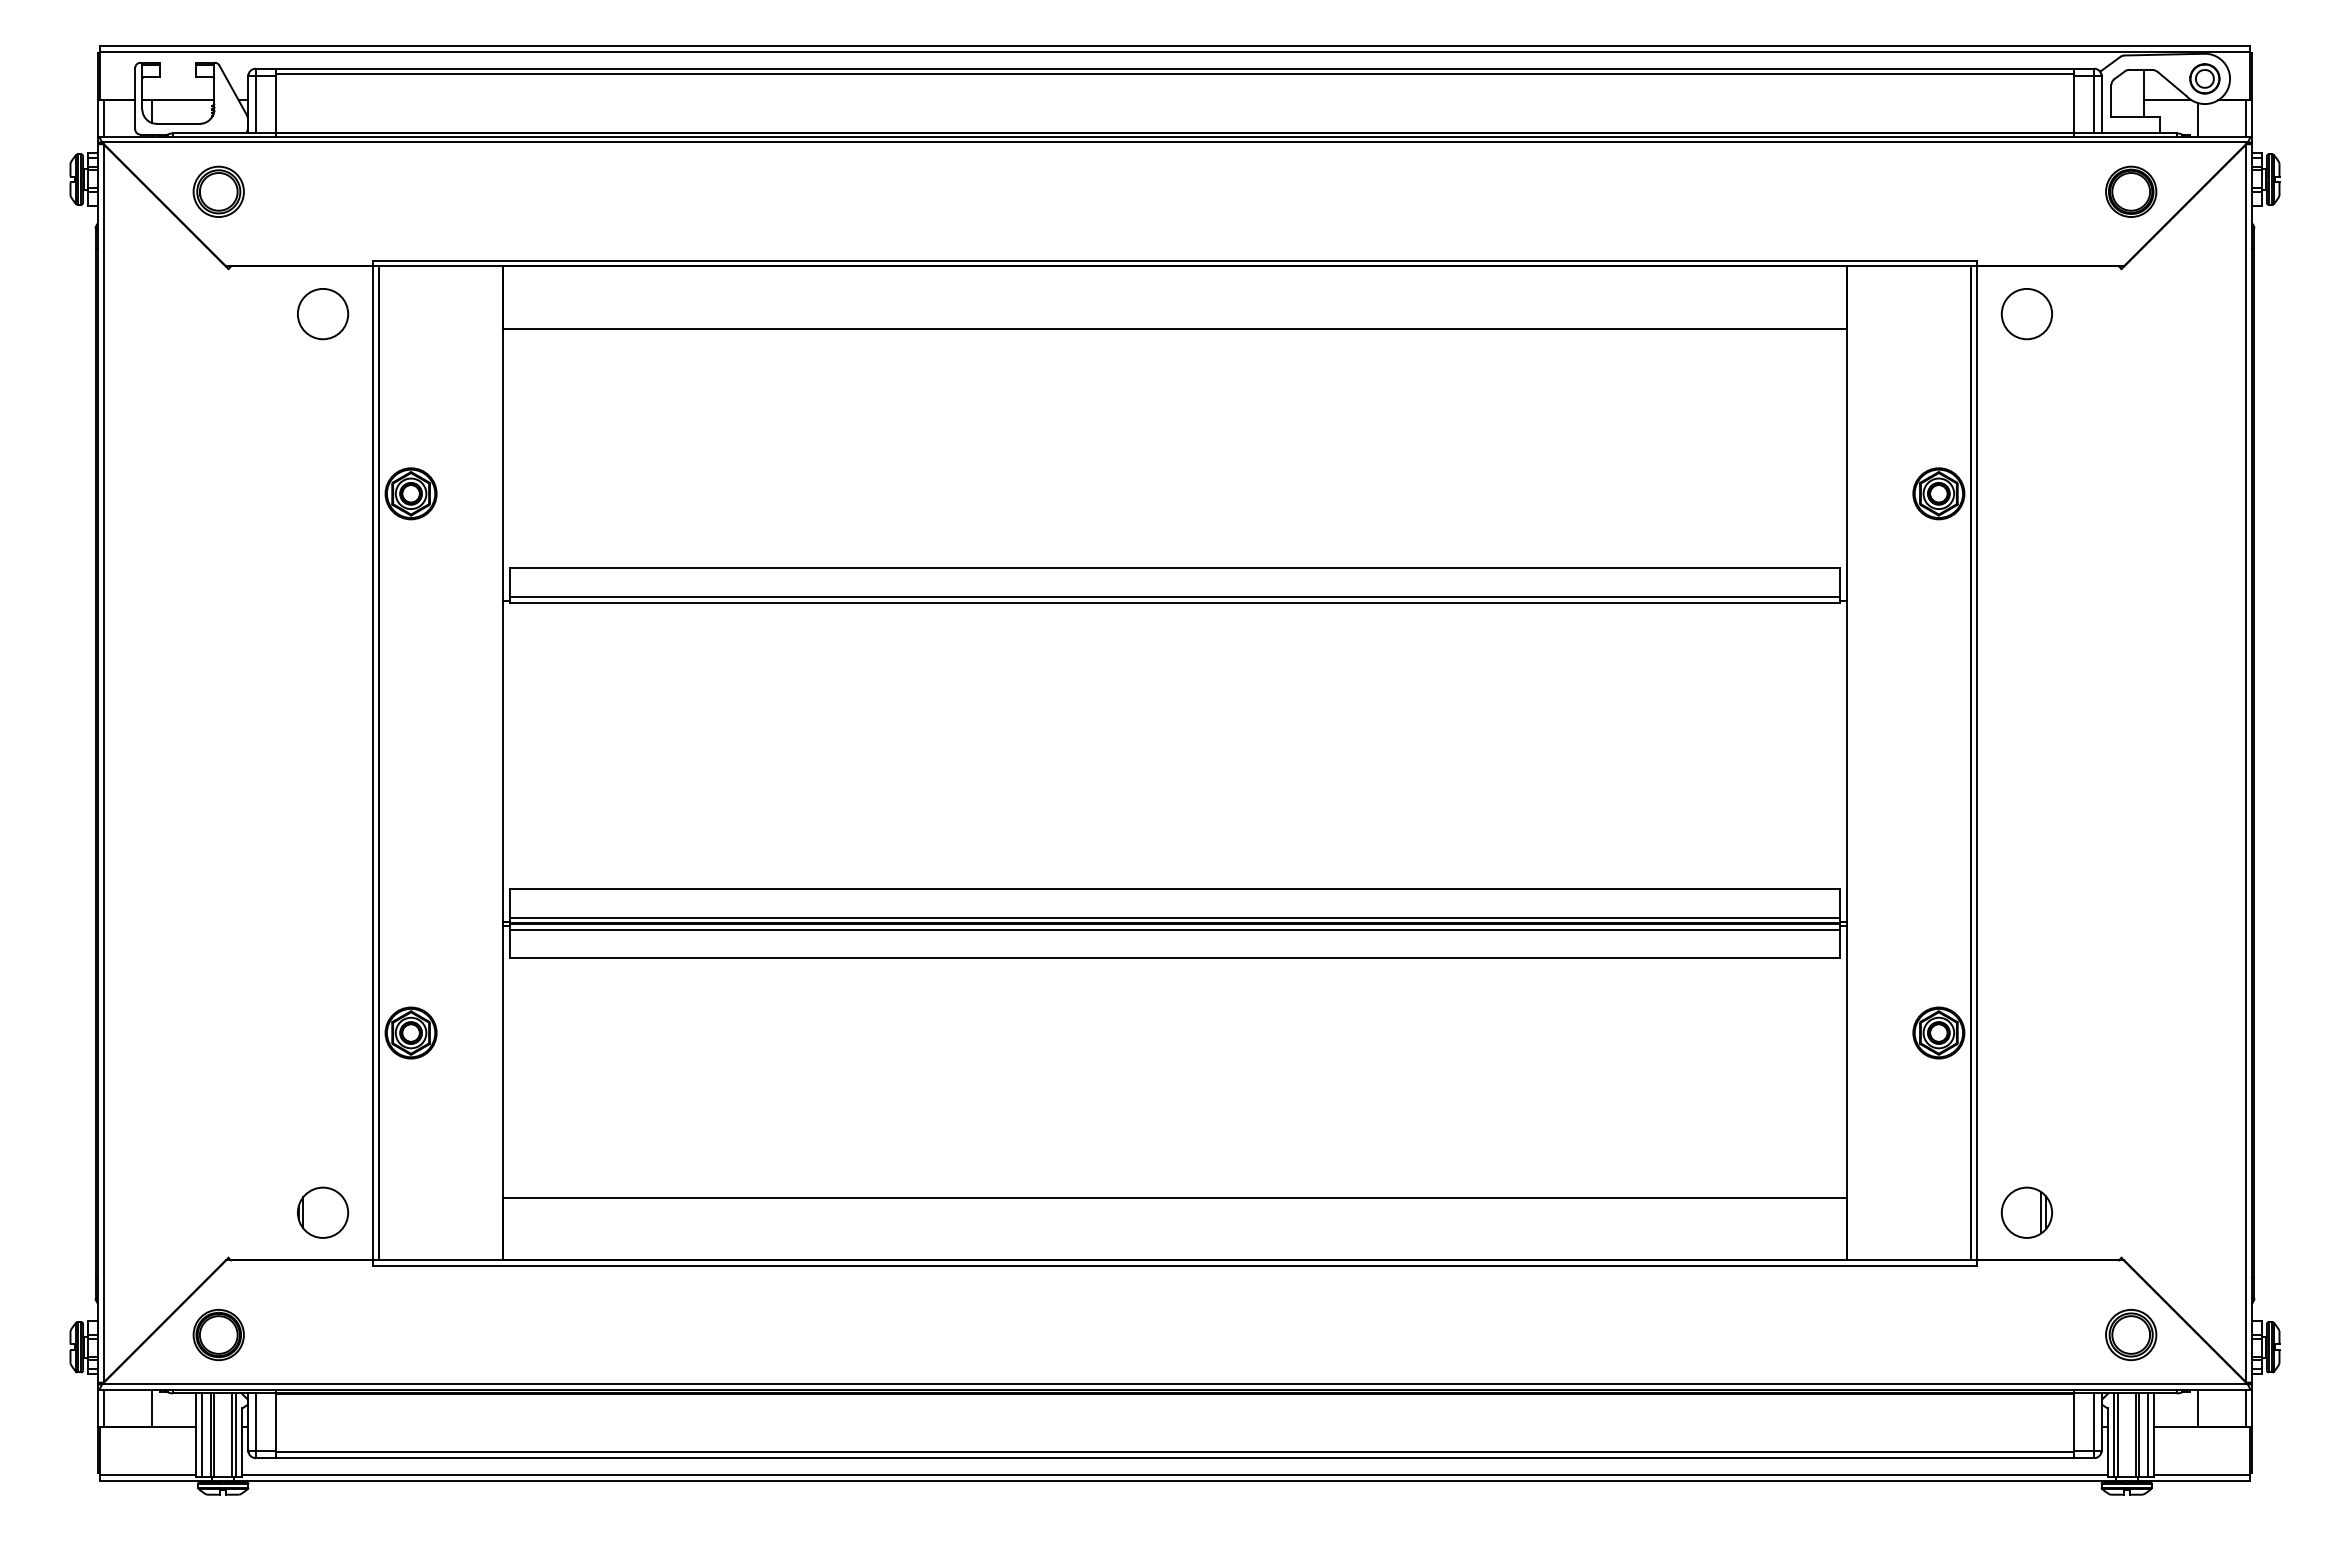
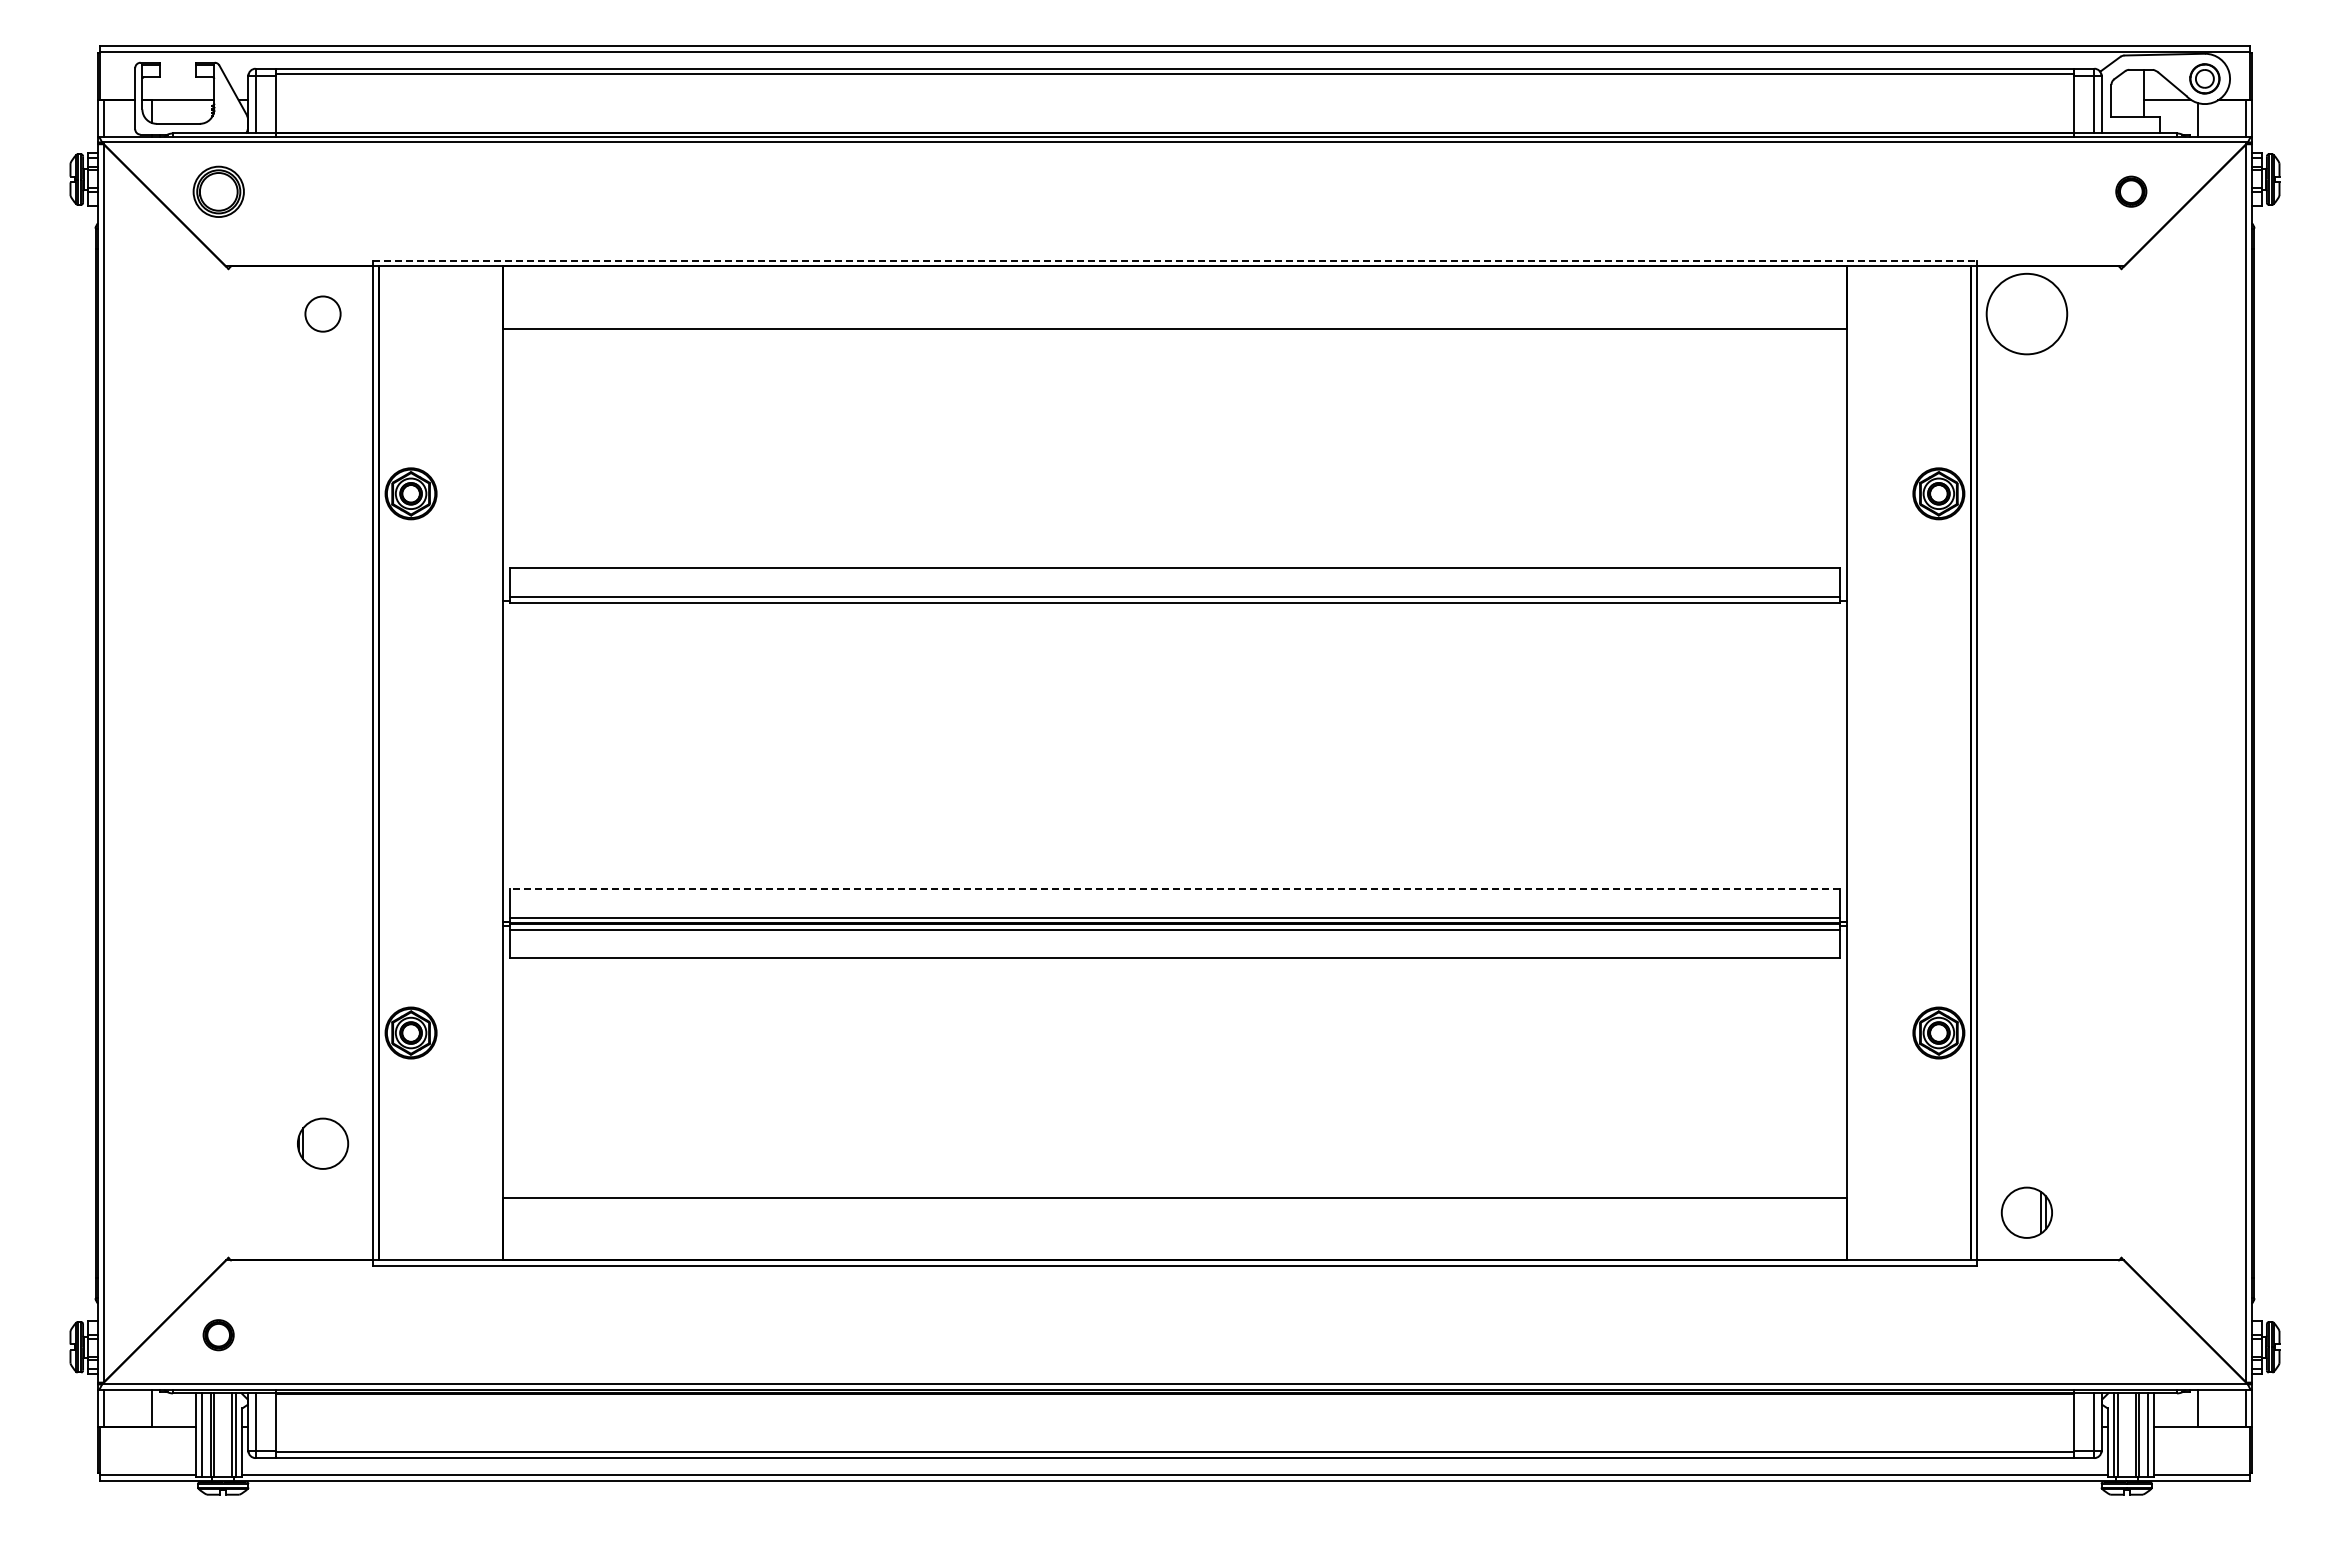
part at (2131, 191) size: 53x53 px -> 33x33 px
line at (1175, 261): solid -> dashed
circle at (322, 313) diameter: 50 px -> 35 px
circle at (2026, 313) diameter: 50 px -> 81 px
line at (1174, 889): solid -> dashed
part at (323, 1212) position: (323, 1212) -> (323, 1143)
part at (218, 1335) size: 53x53 px -> 33x33 px
part at (2131, 1335): present -> none
